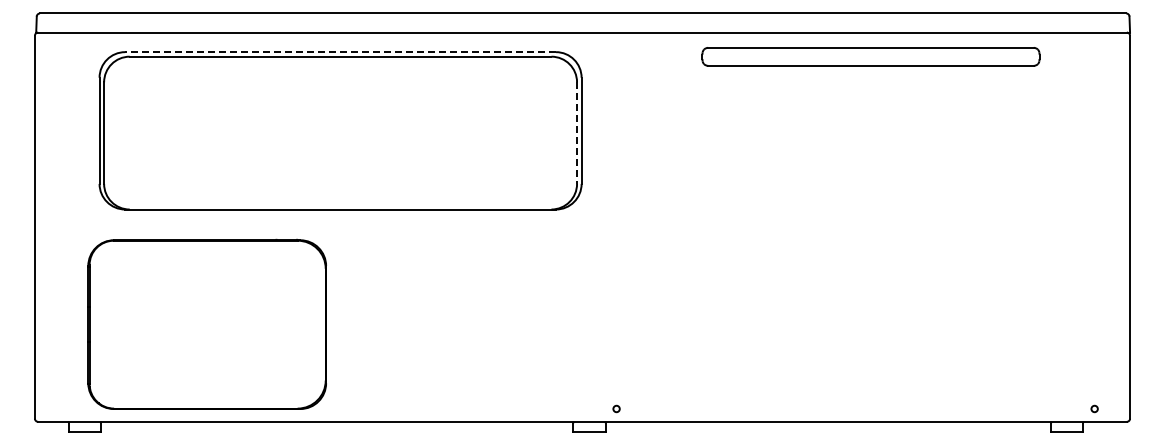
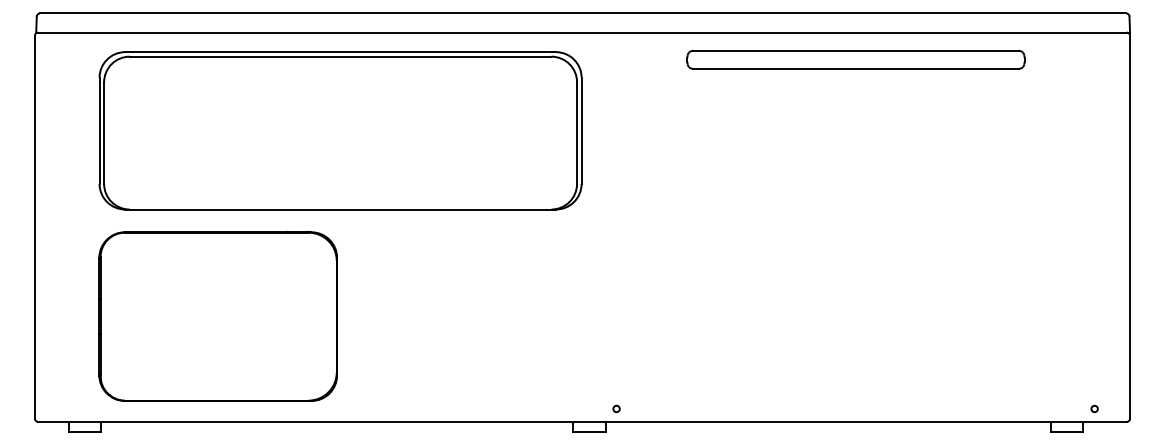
line at (340, 52): dashed -> solid
part at (870, 56) position: (870, 56) -> (855, 59)
line at (577, 133): dashed -> solid
part at (206, 323) position: (206, 323) -> (217, 315)
